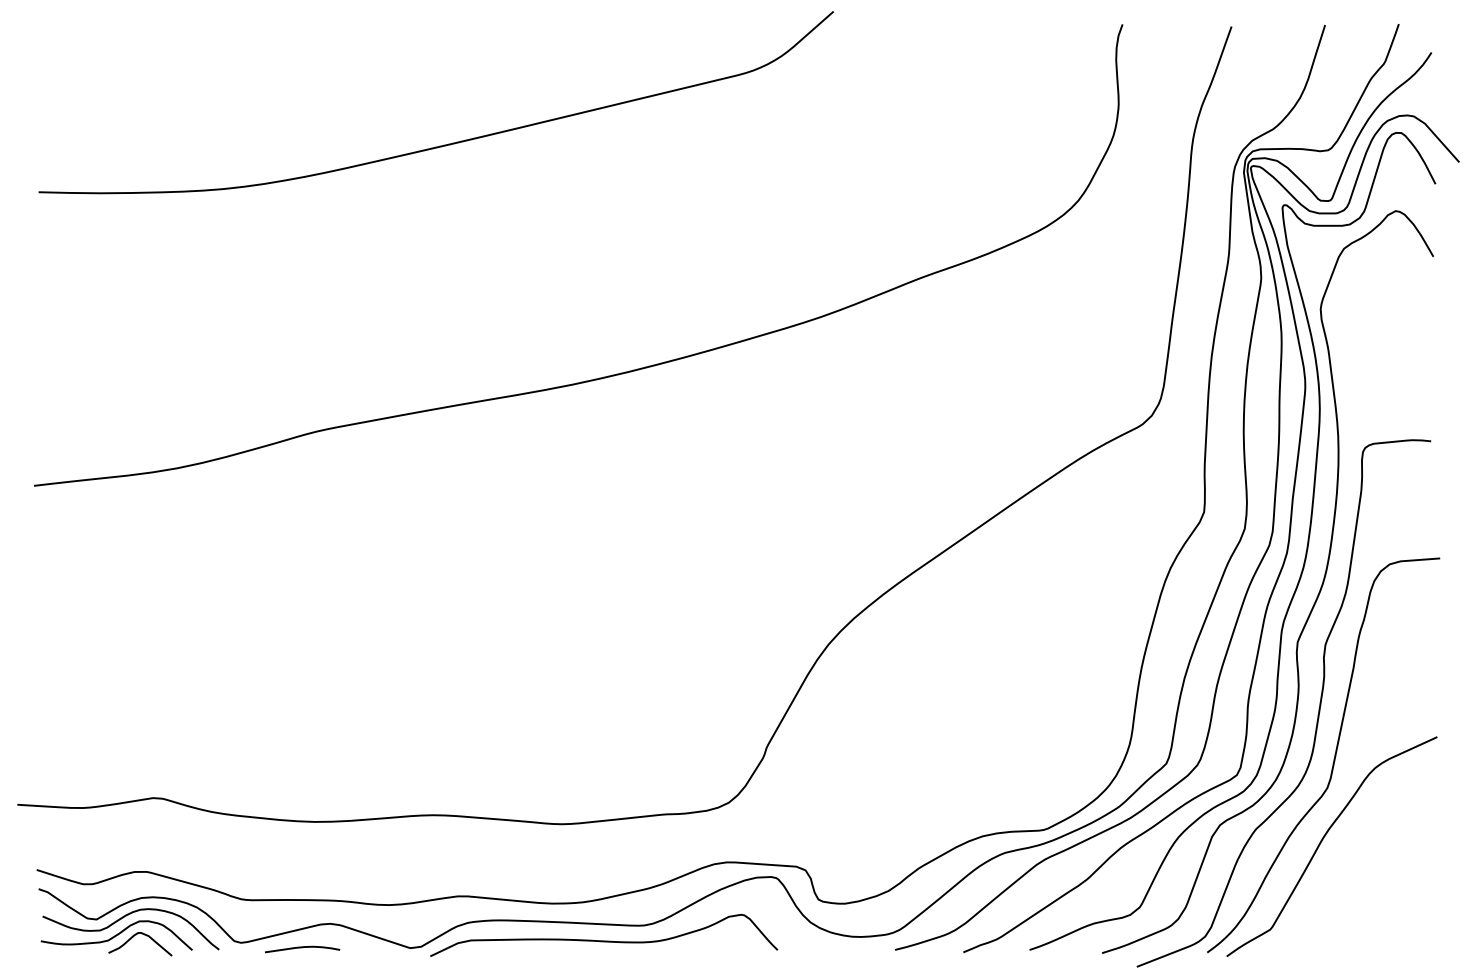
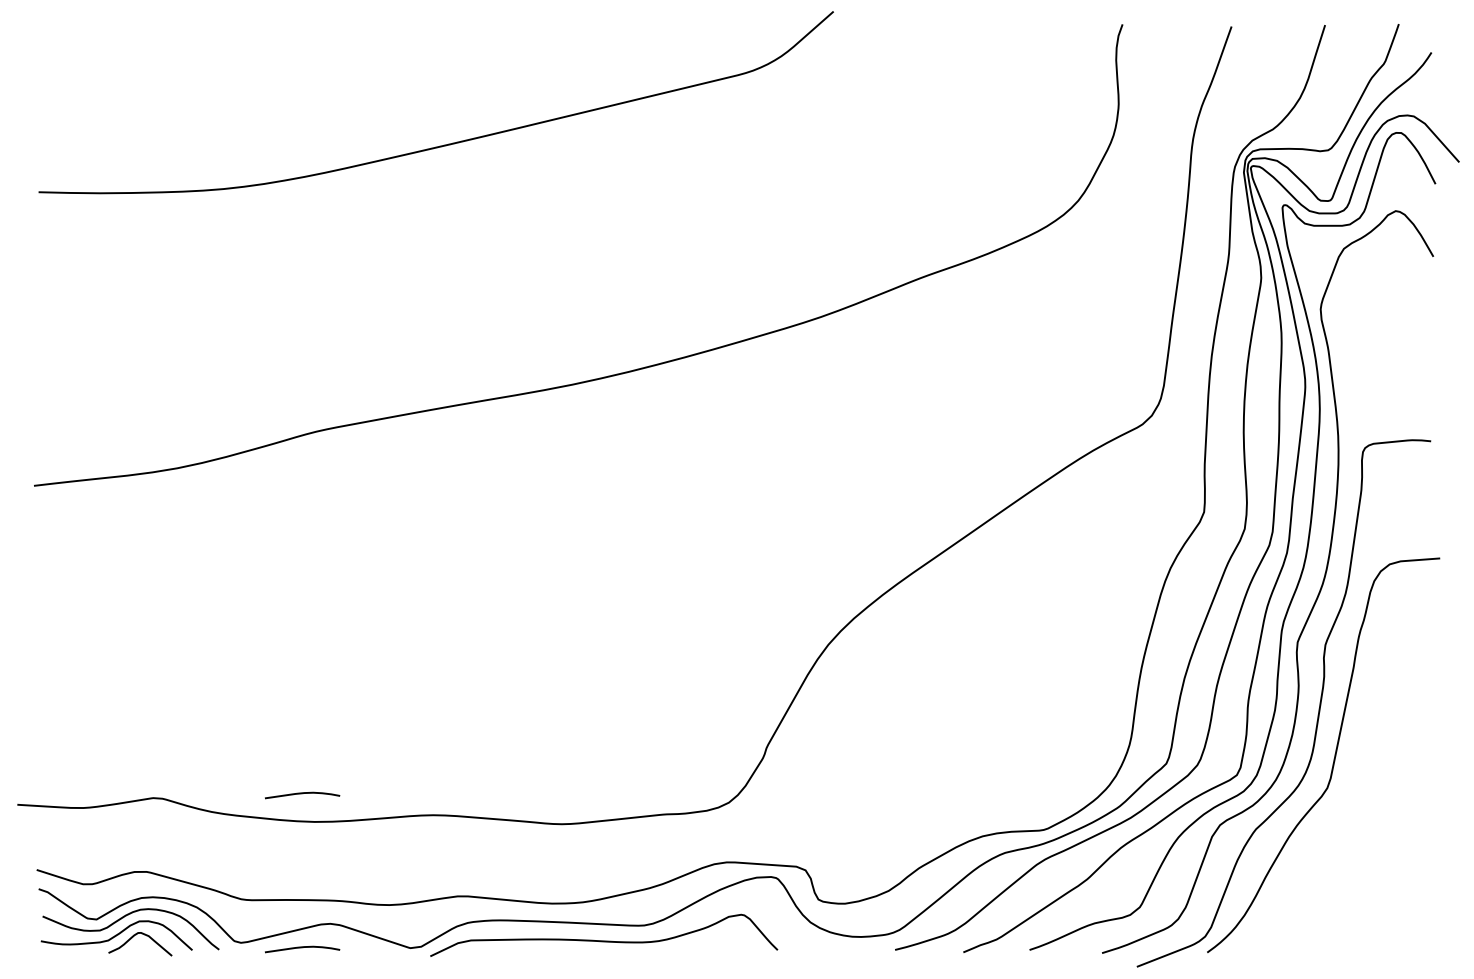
curve at (302, 794): none -> present
curve at (1322, 841): present -> none
